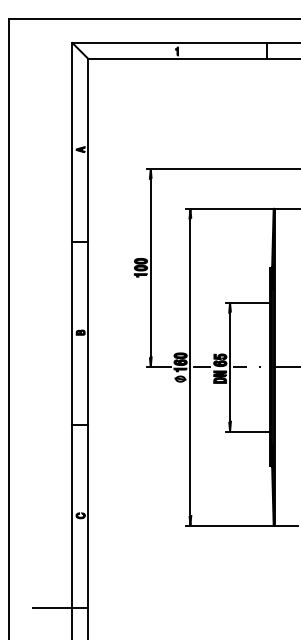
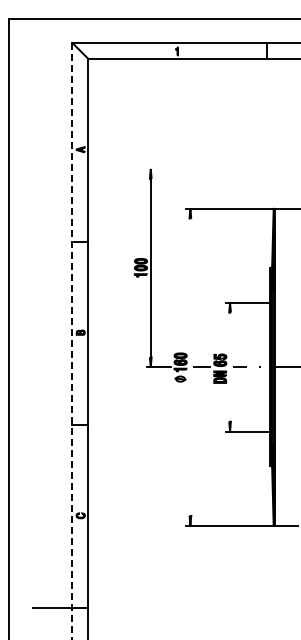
line at (221, 168): present -> none
line at (72, 341): solid -> dashed
line at (190, 366): present -> none
line at (230, 366): present -> none
